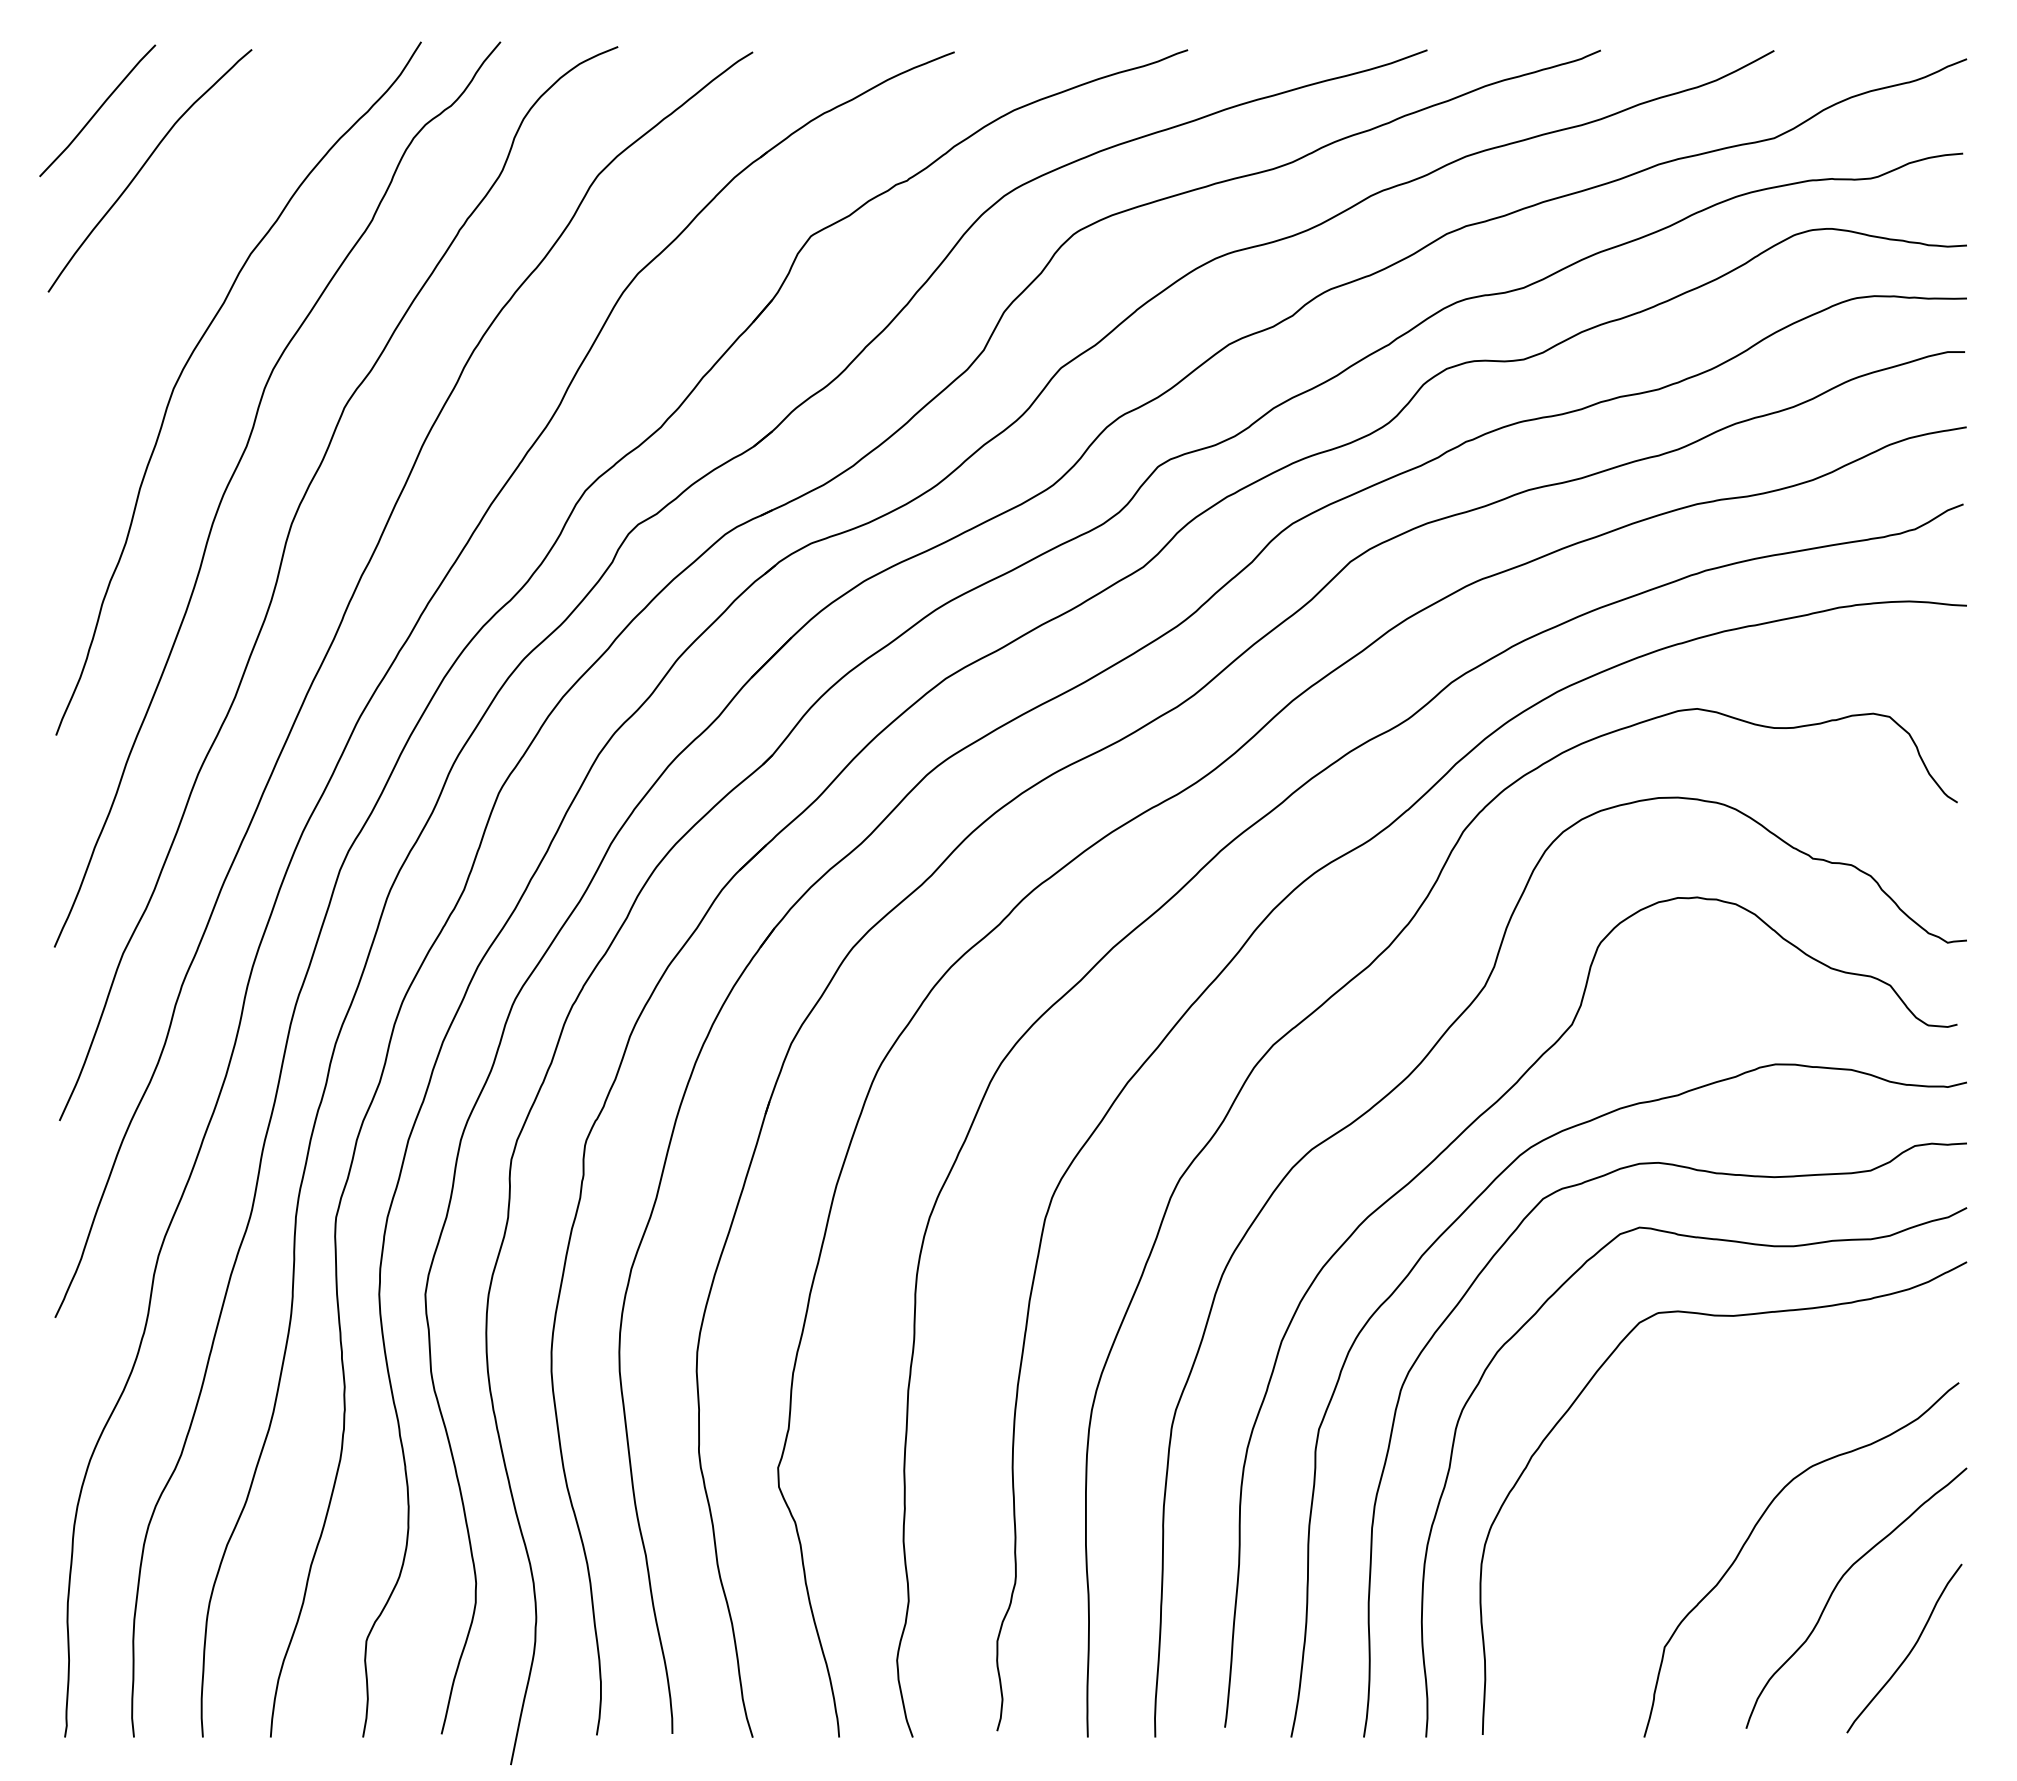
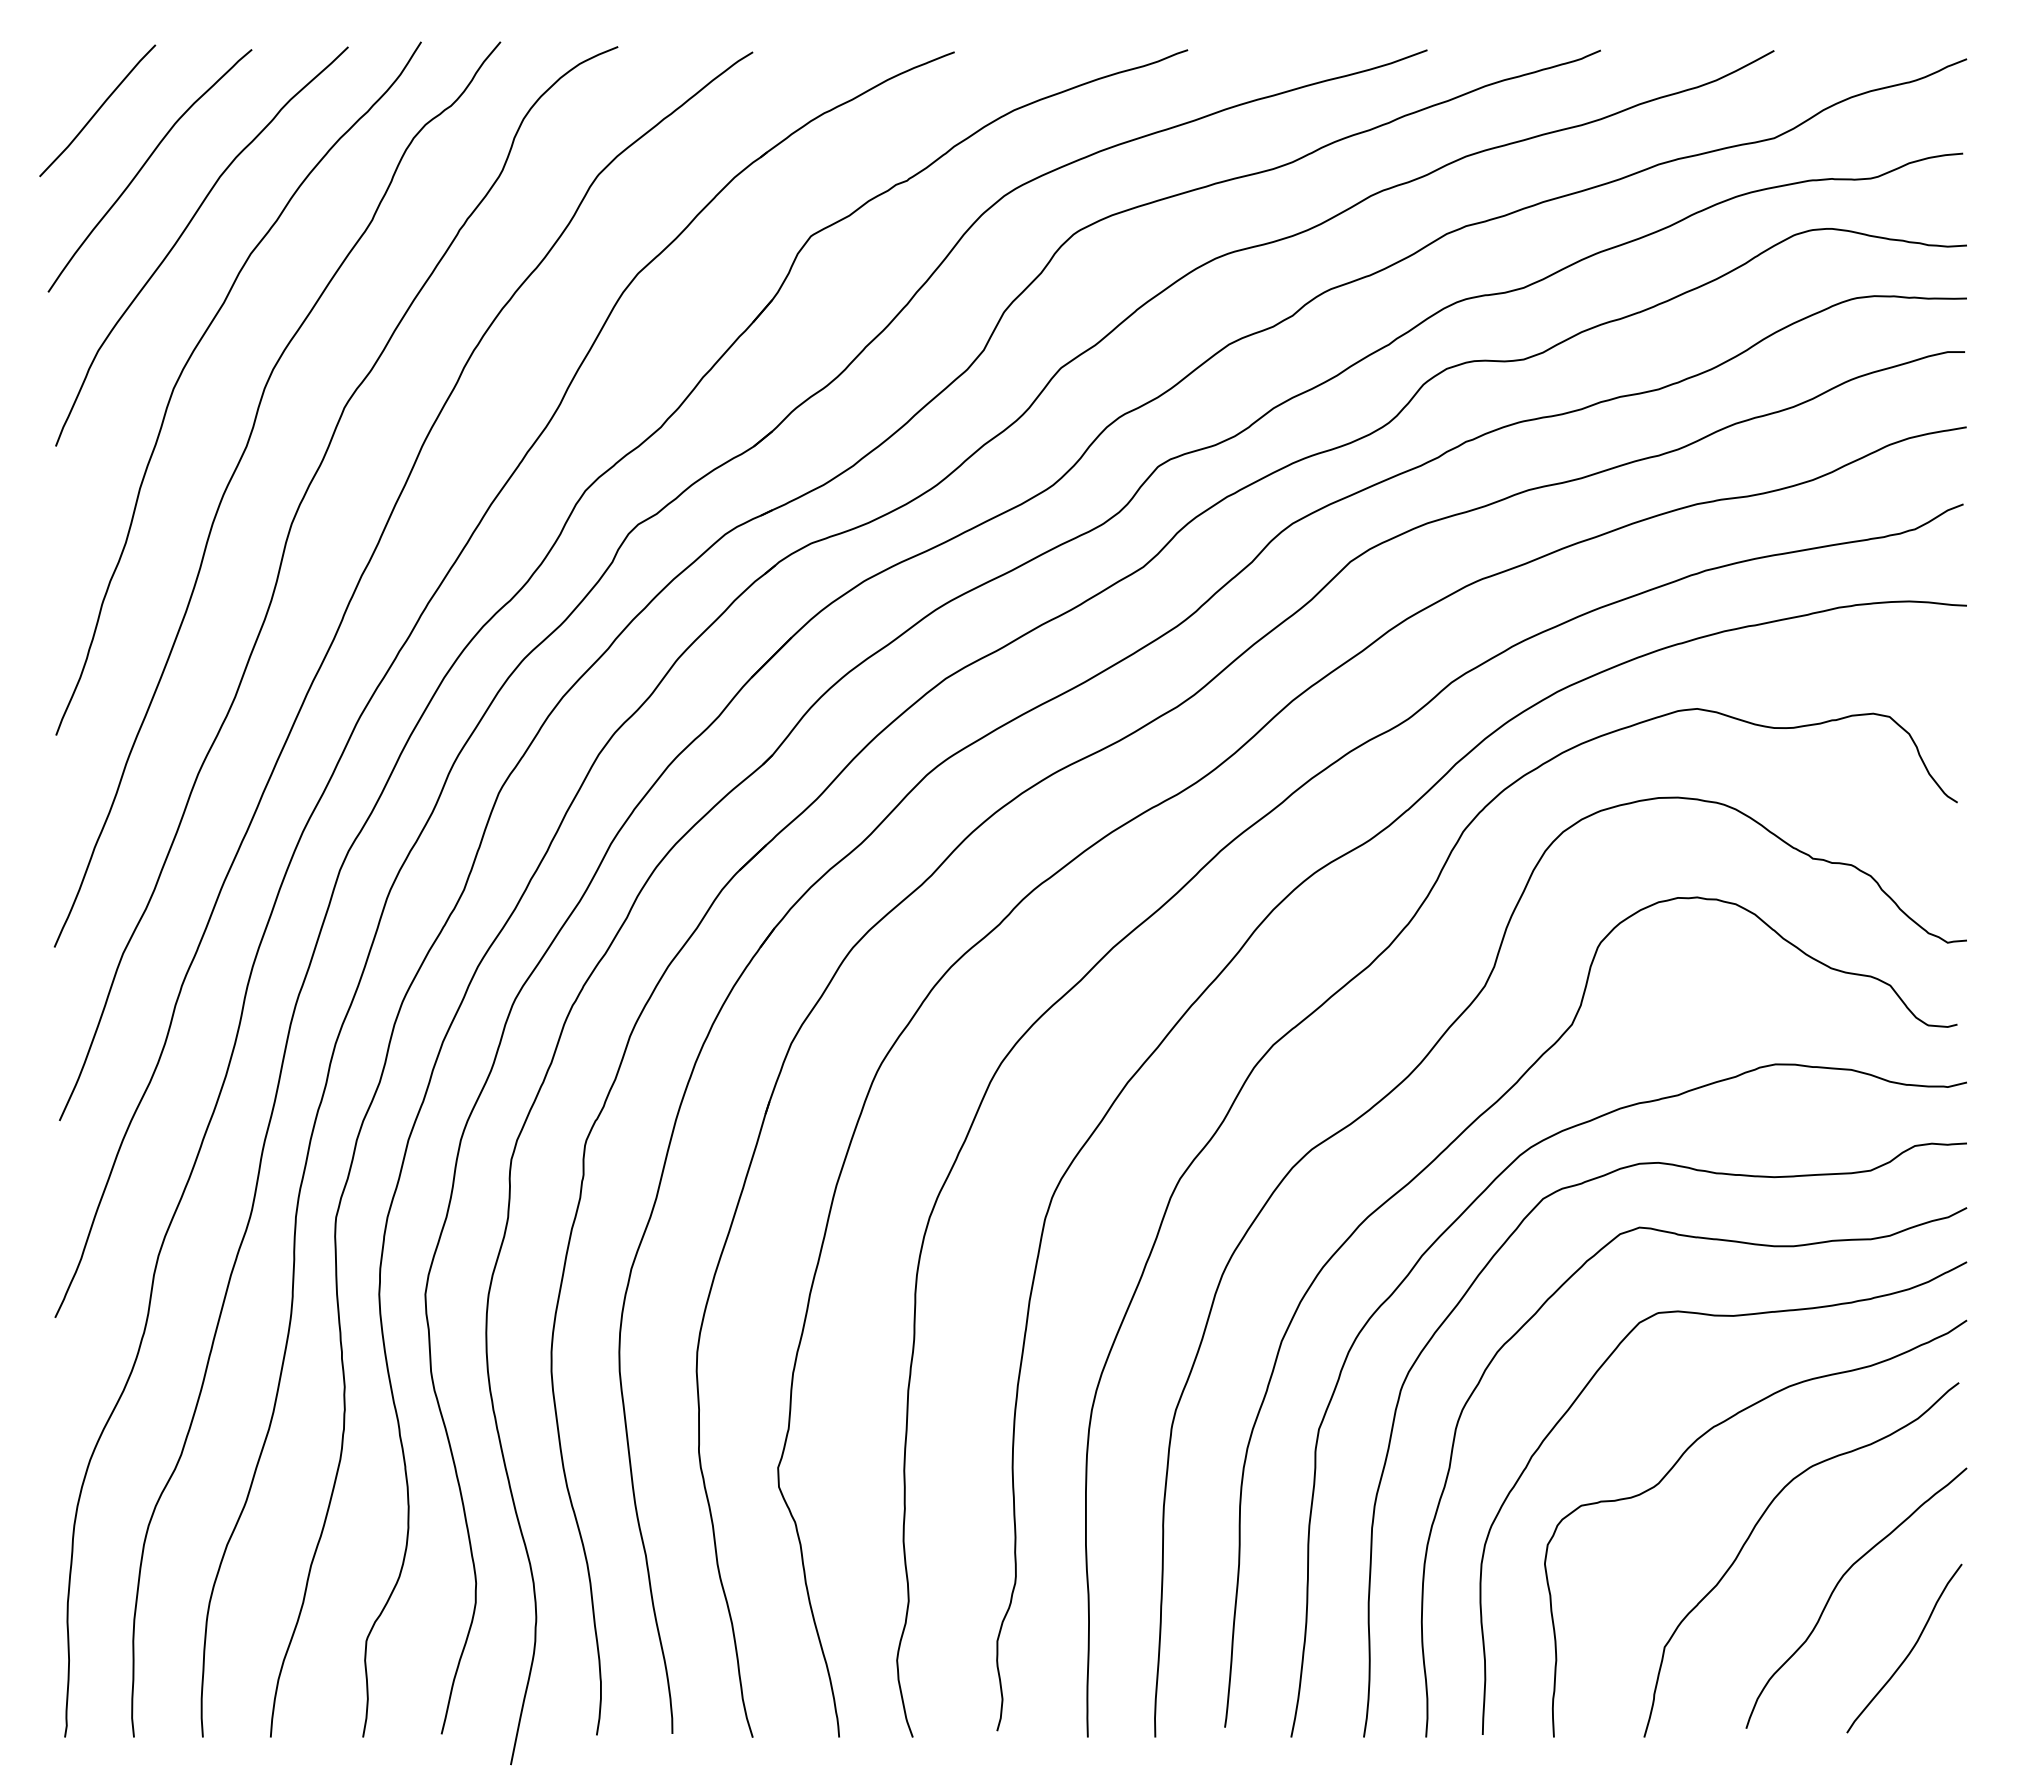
curve at (182, 235): none -> present
curve at (1676, 1464): none -> present
